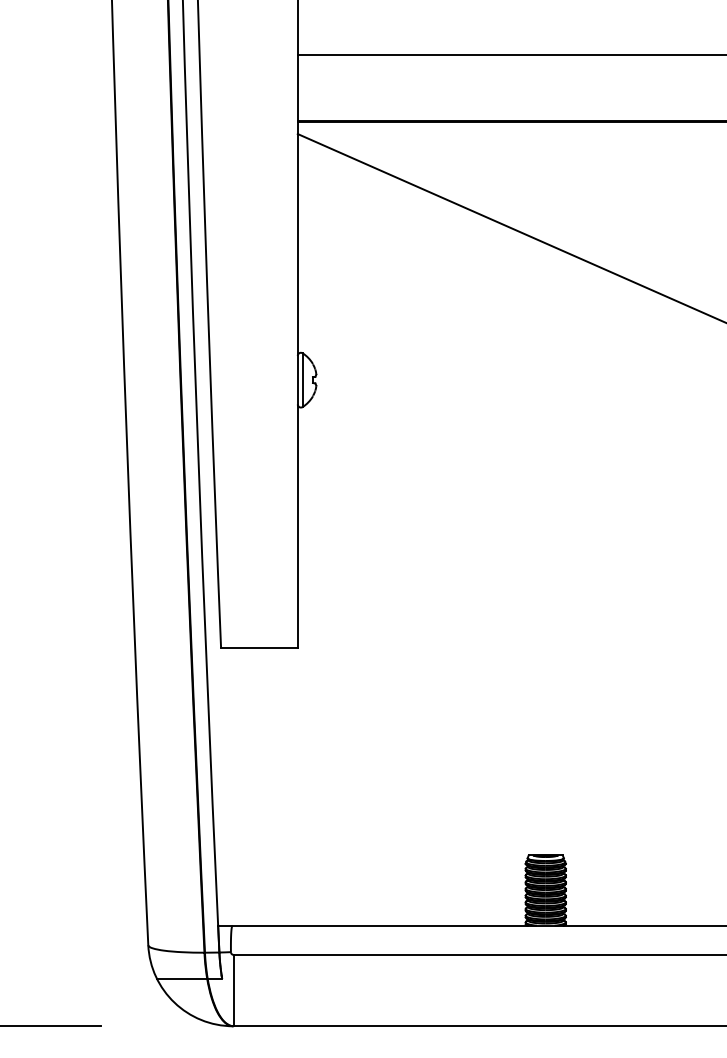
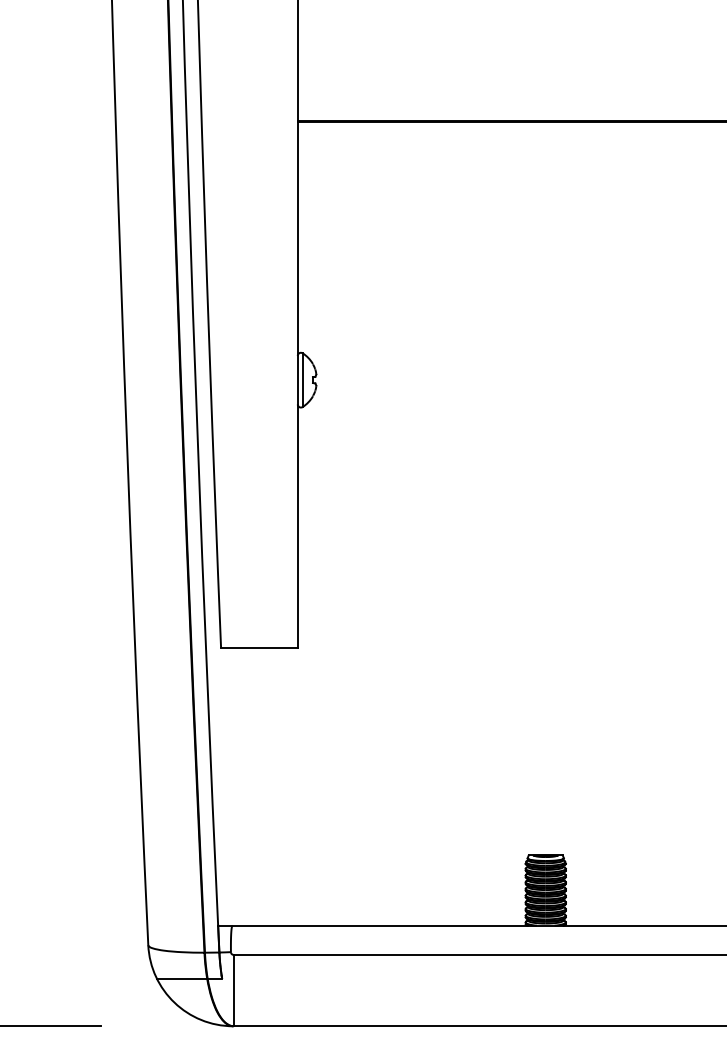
line at (510, 54): present -> none
line at (510, 227): present -> none
